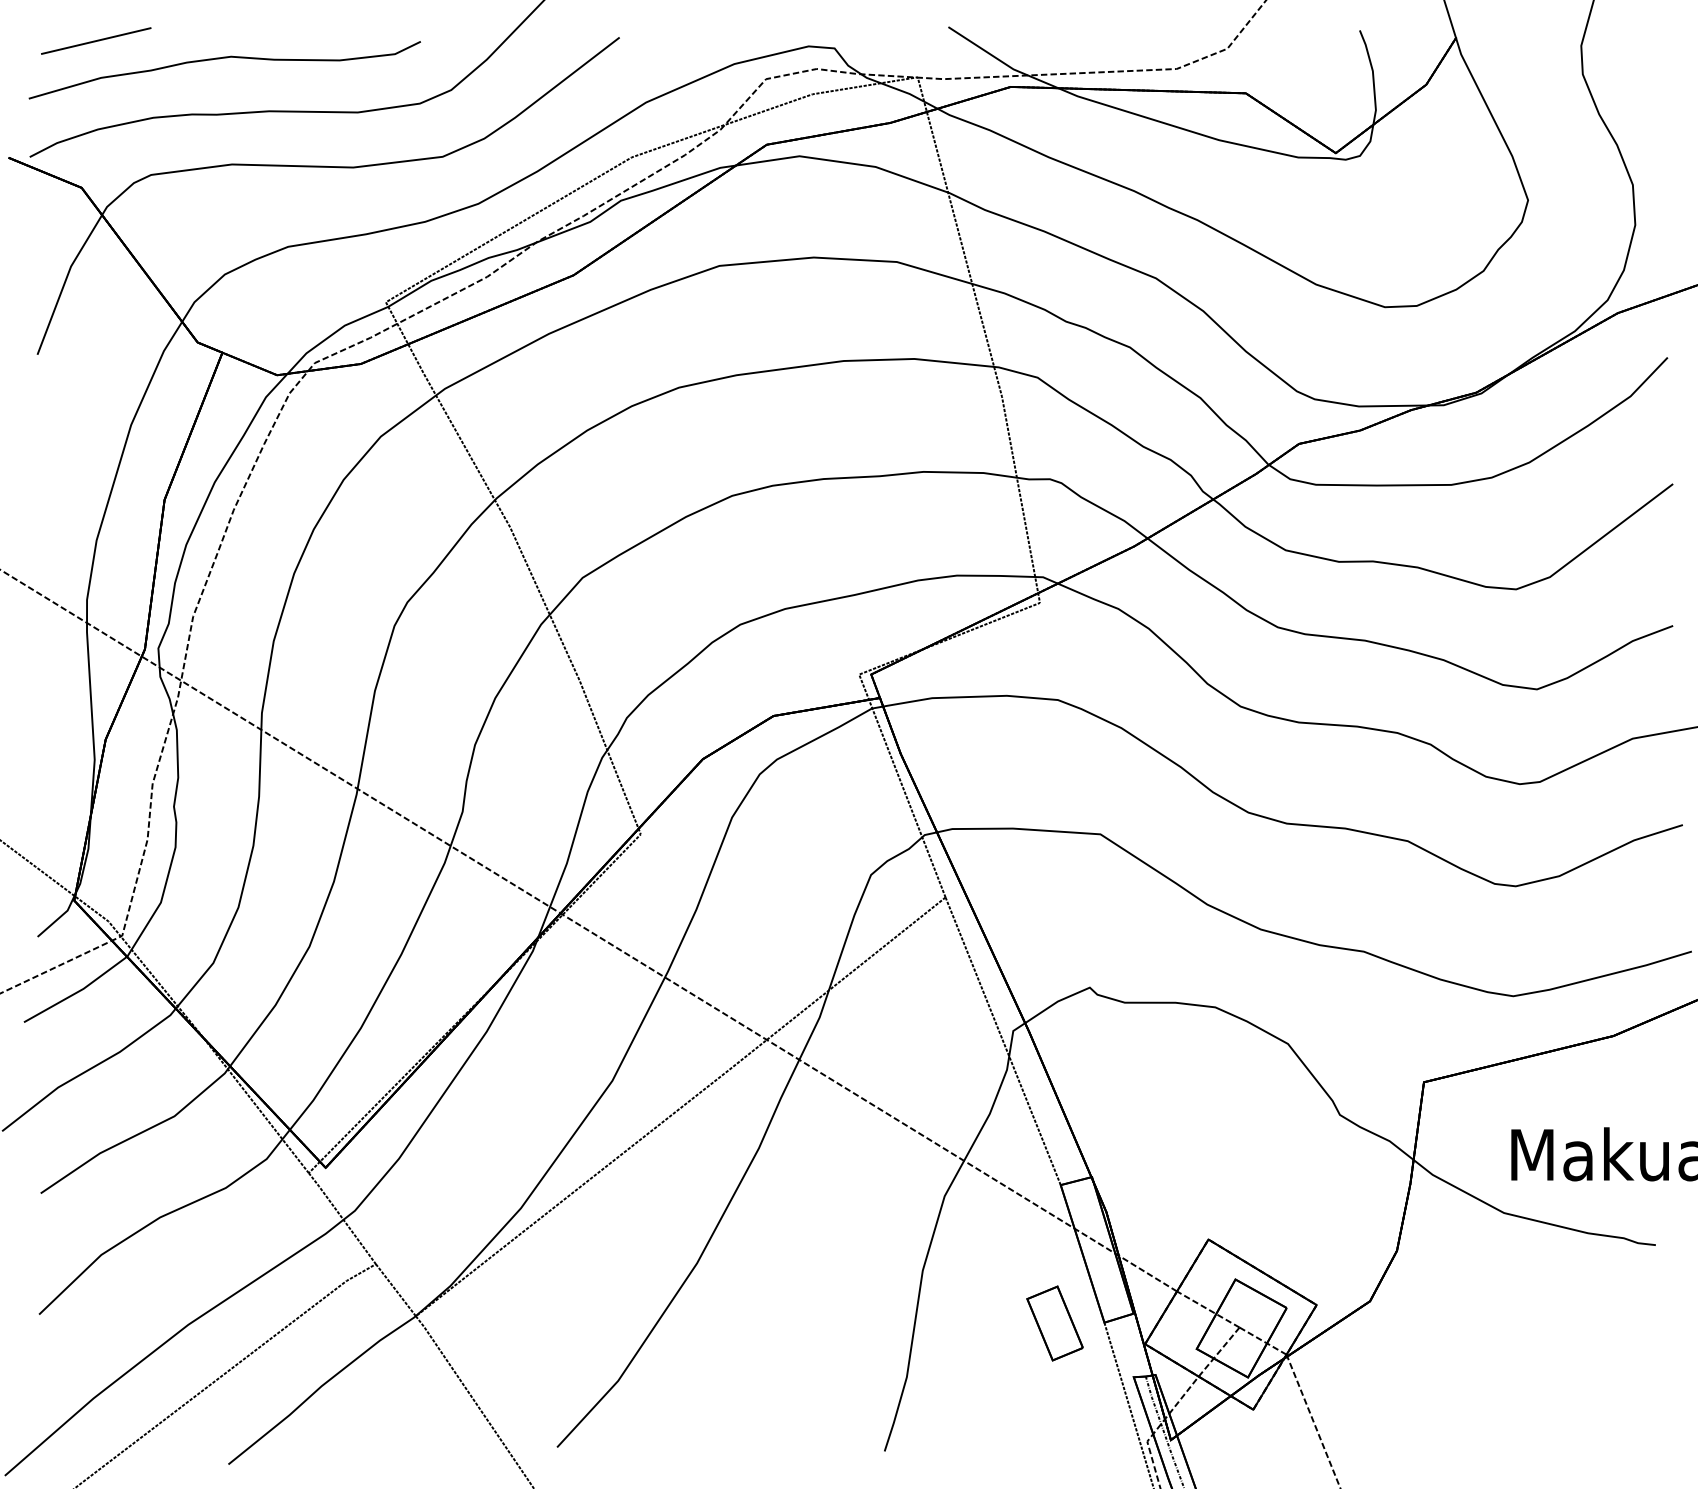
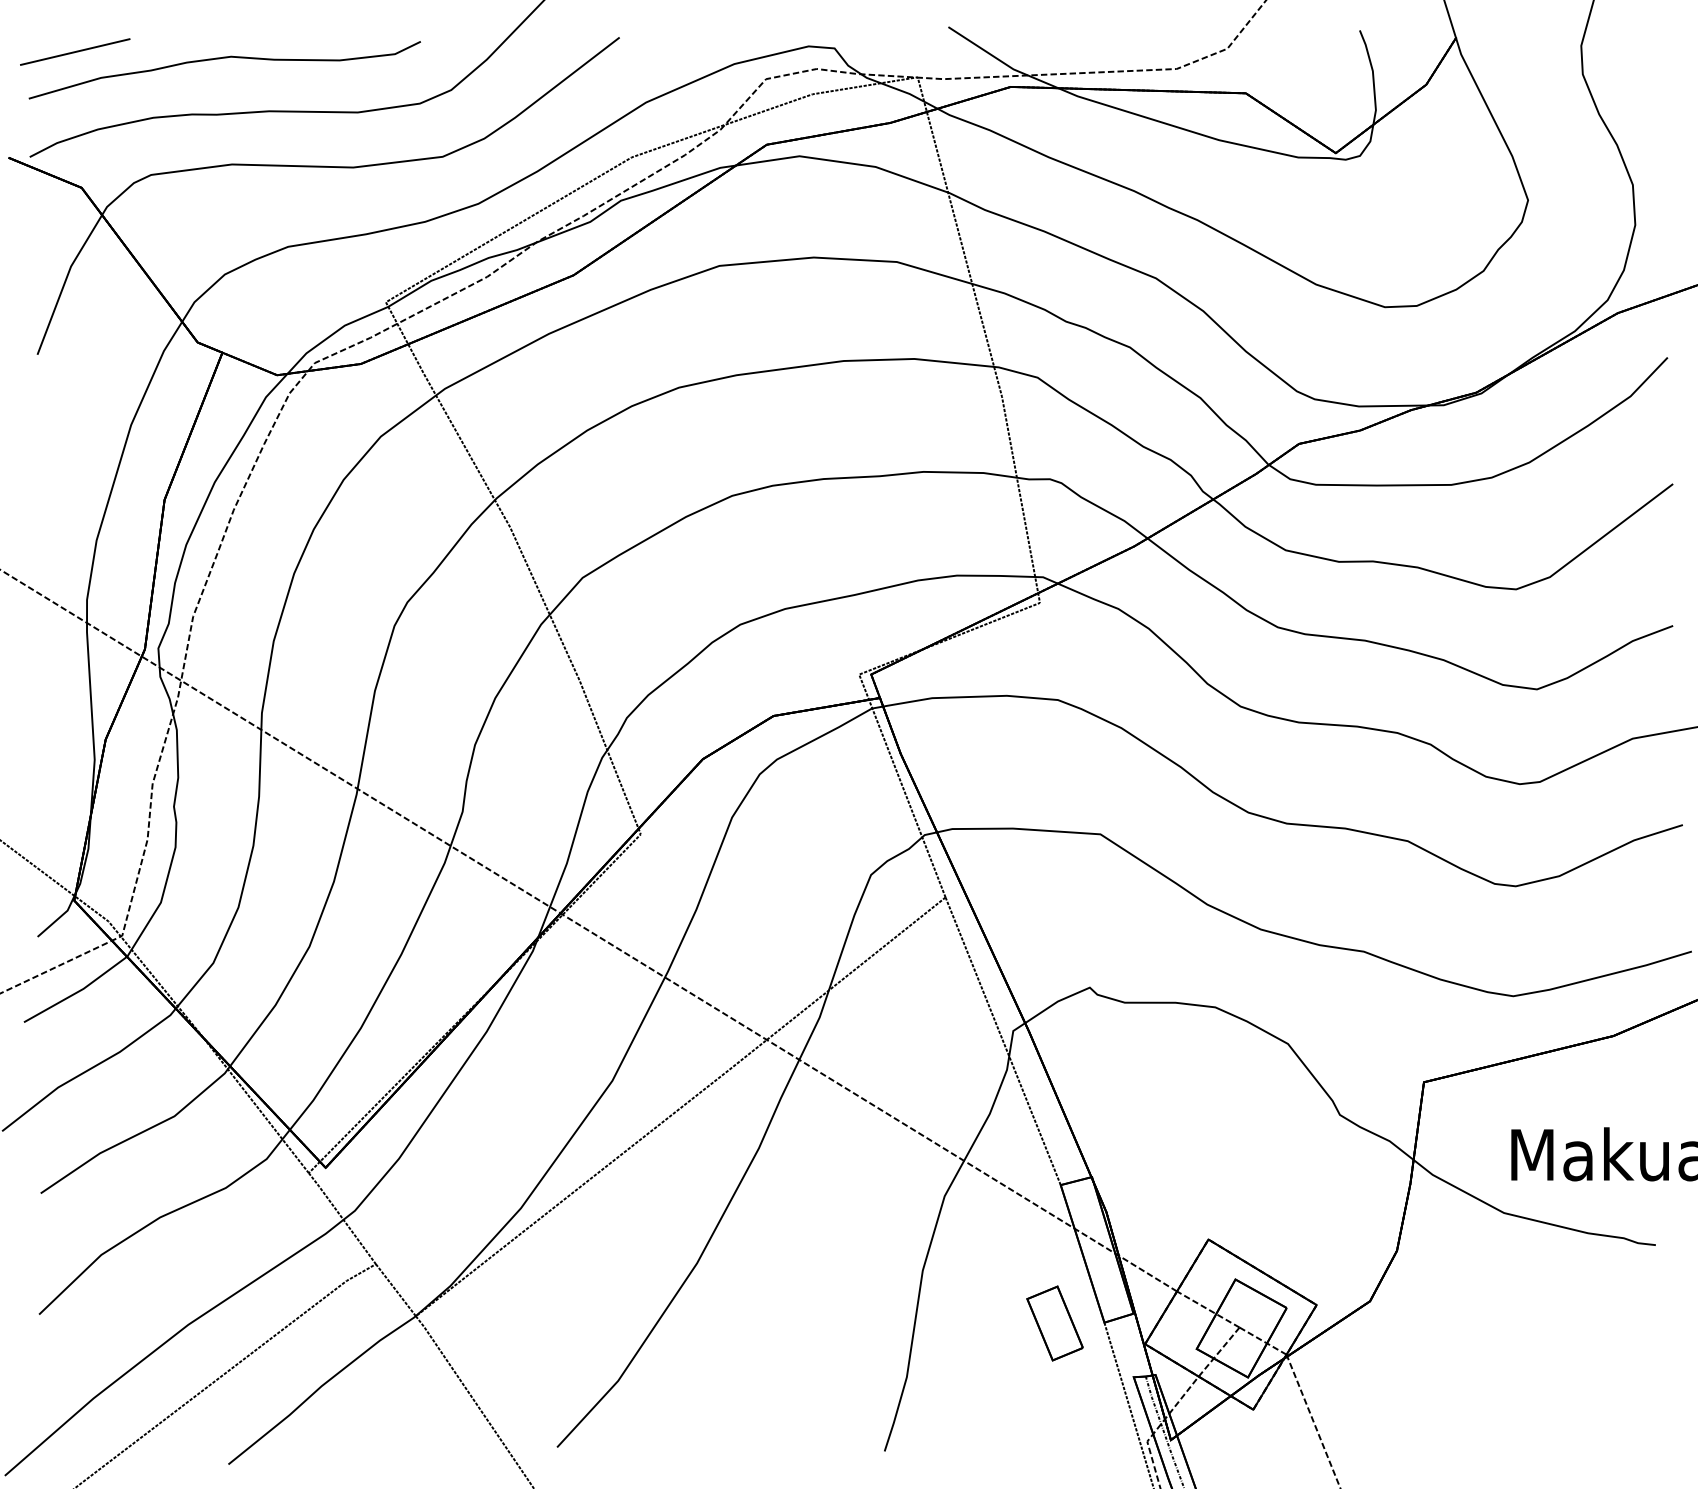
line at (96, 40) position: (96, 40) -> (75, 51)
